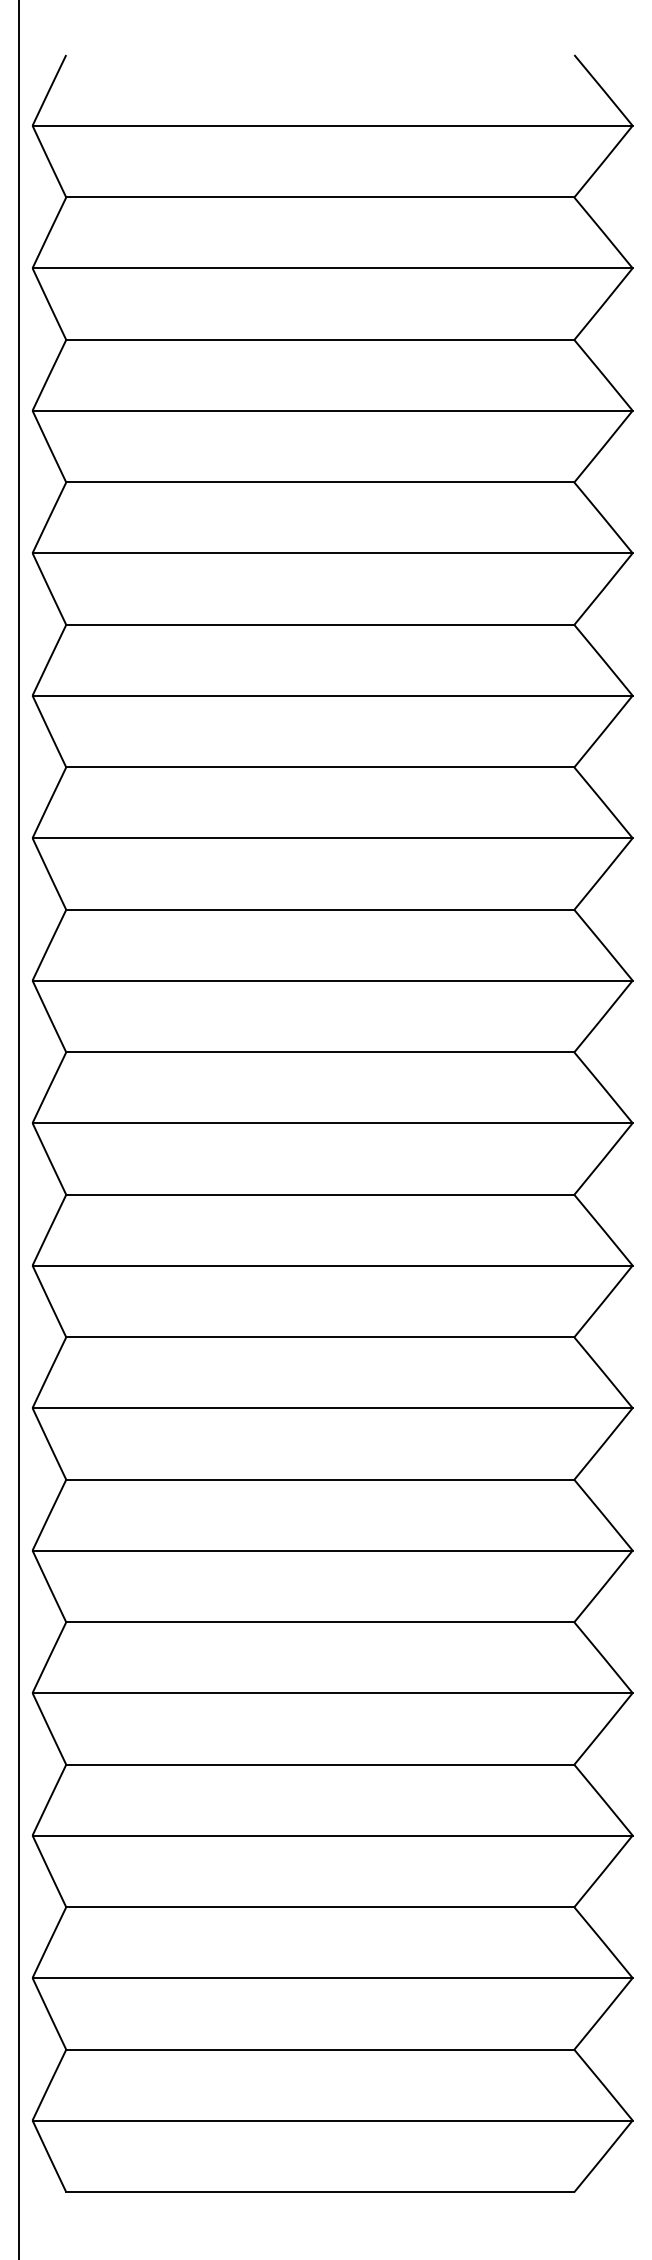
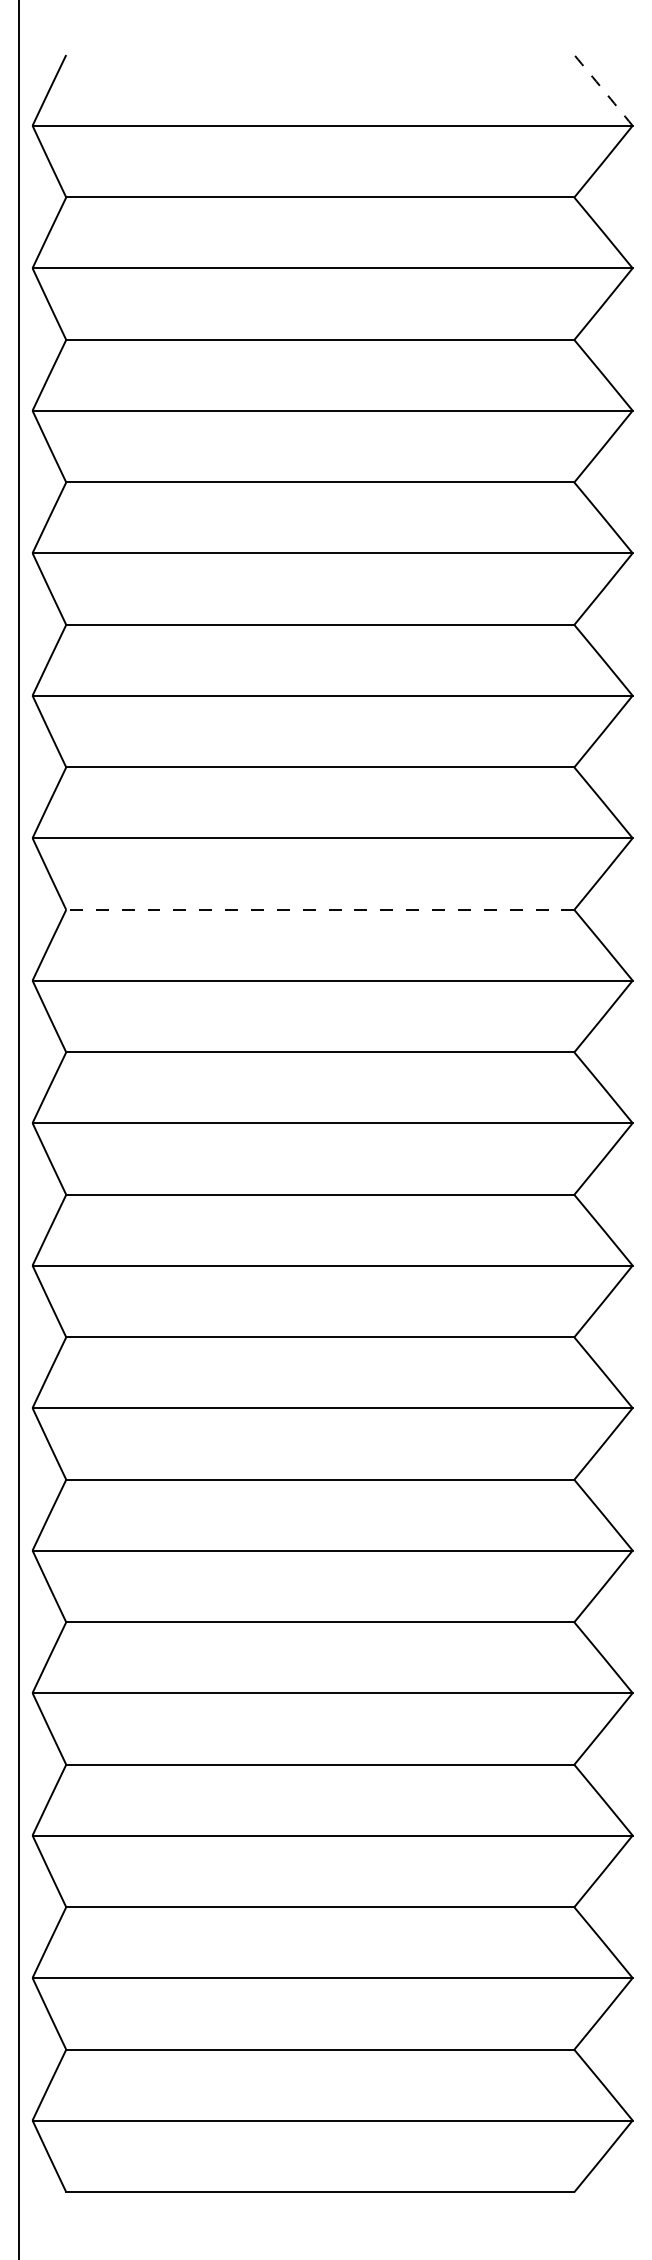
arc at (603, 90): solid -> dashed
line at (319, 909): solid -> dashed
